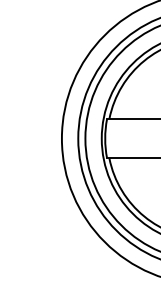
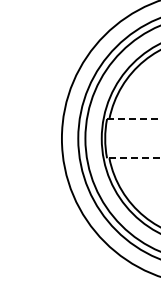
line at (133, 119): solid -> dashed
line at (133, 158): solid -> dashed
